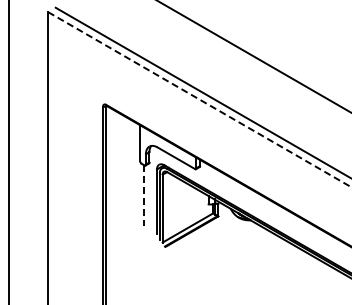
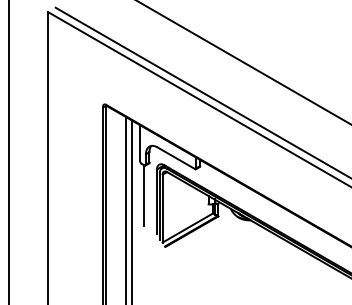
line at (253, 56) position: (253, 56) -> (243, 62)
line at (199, 99): dashed -> solid
line at (143, 195): dashed -> solid
line at (125, 208): none -> present
line at (131, 210): none -> present
